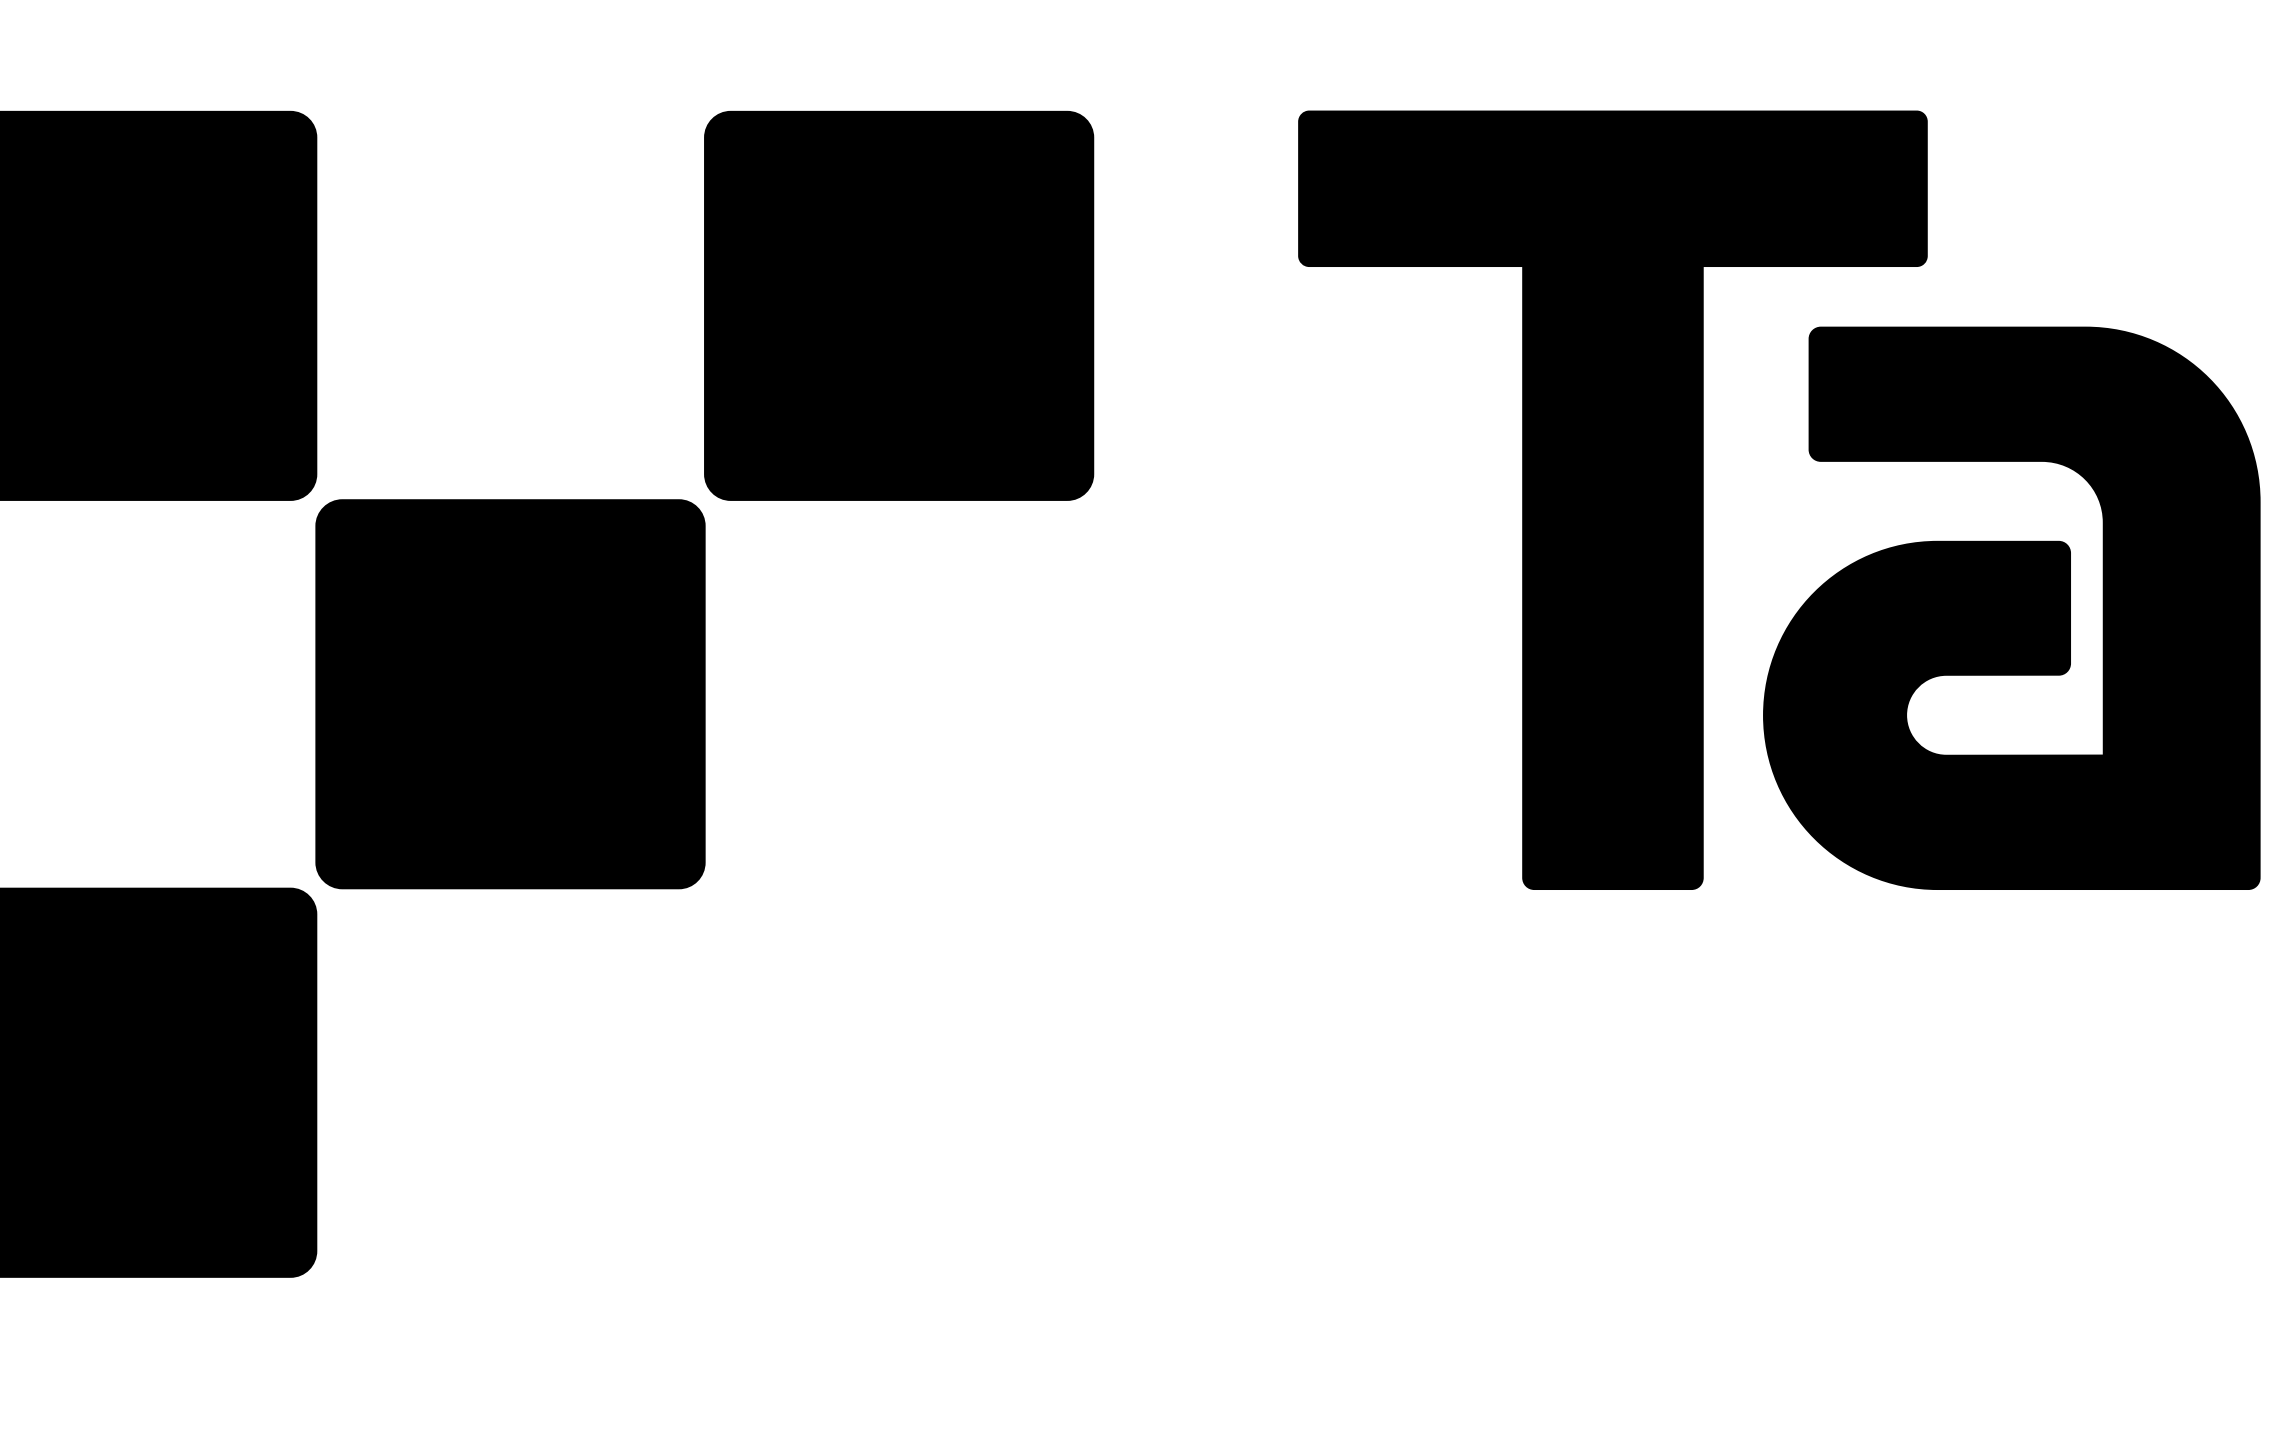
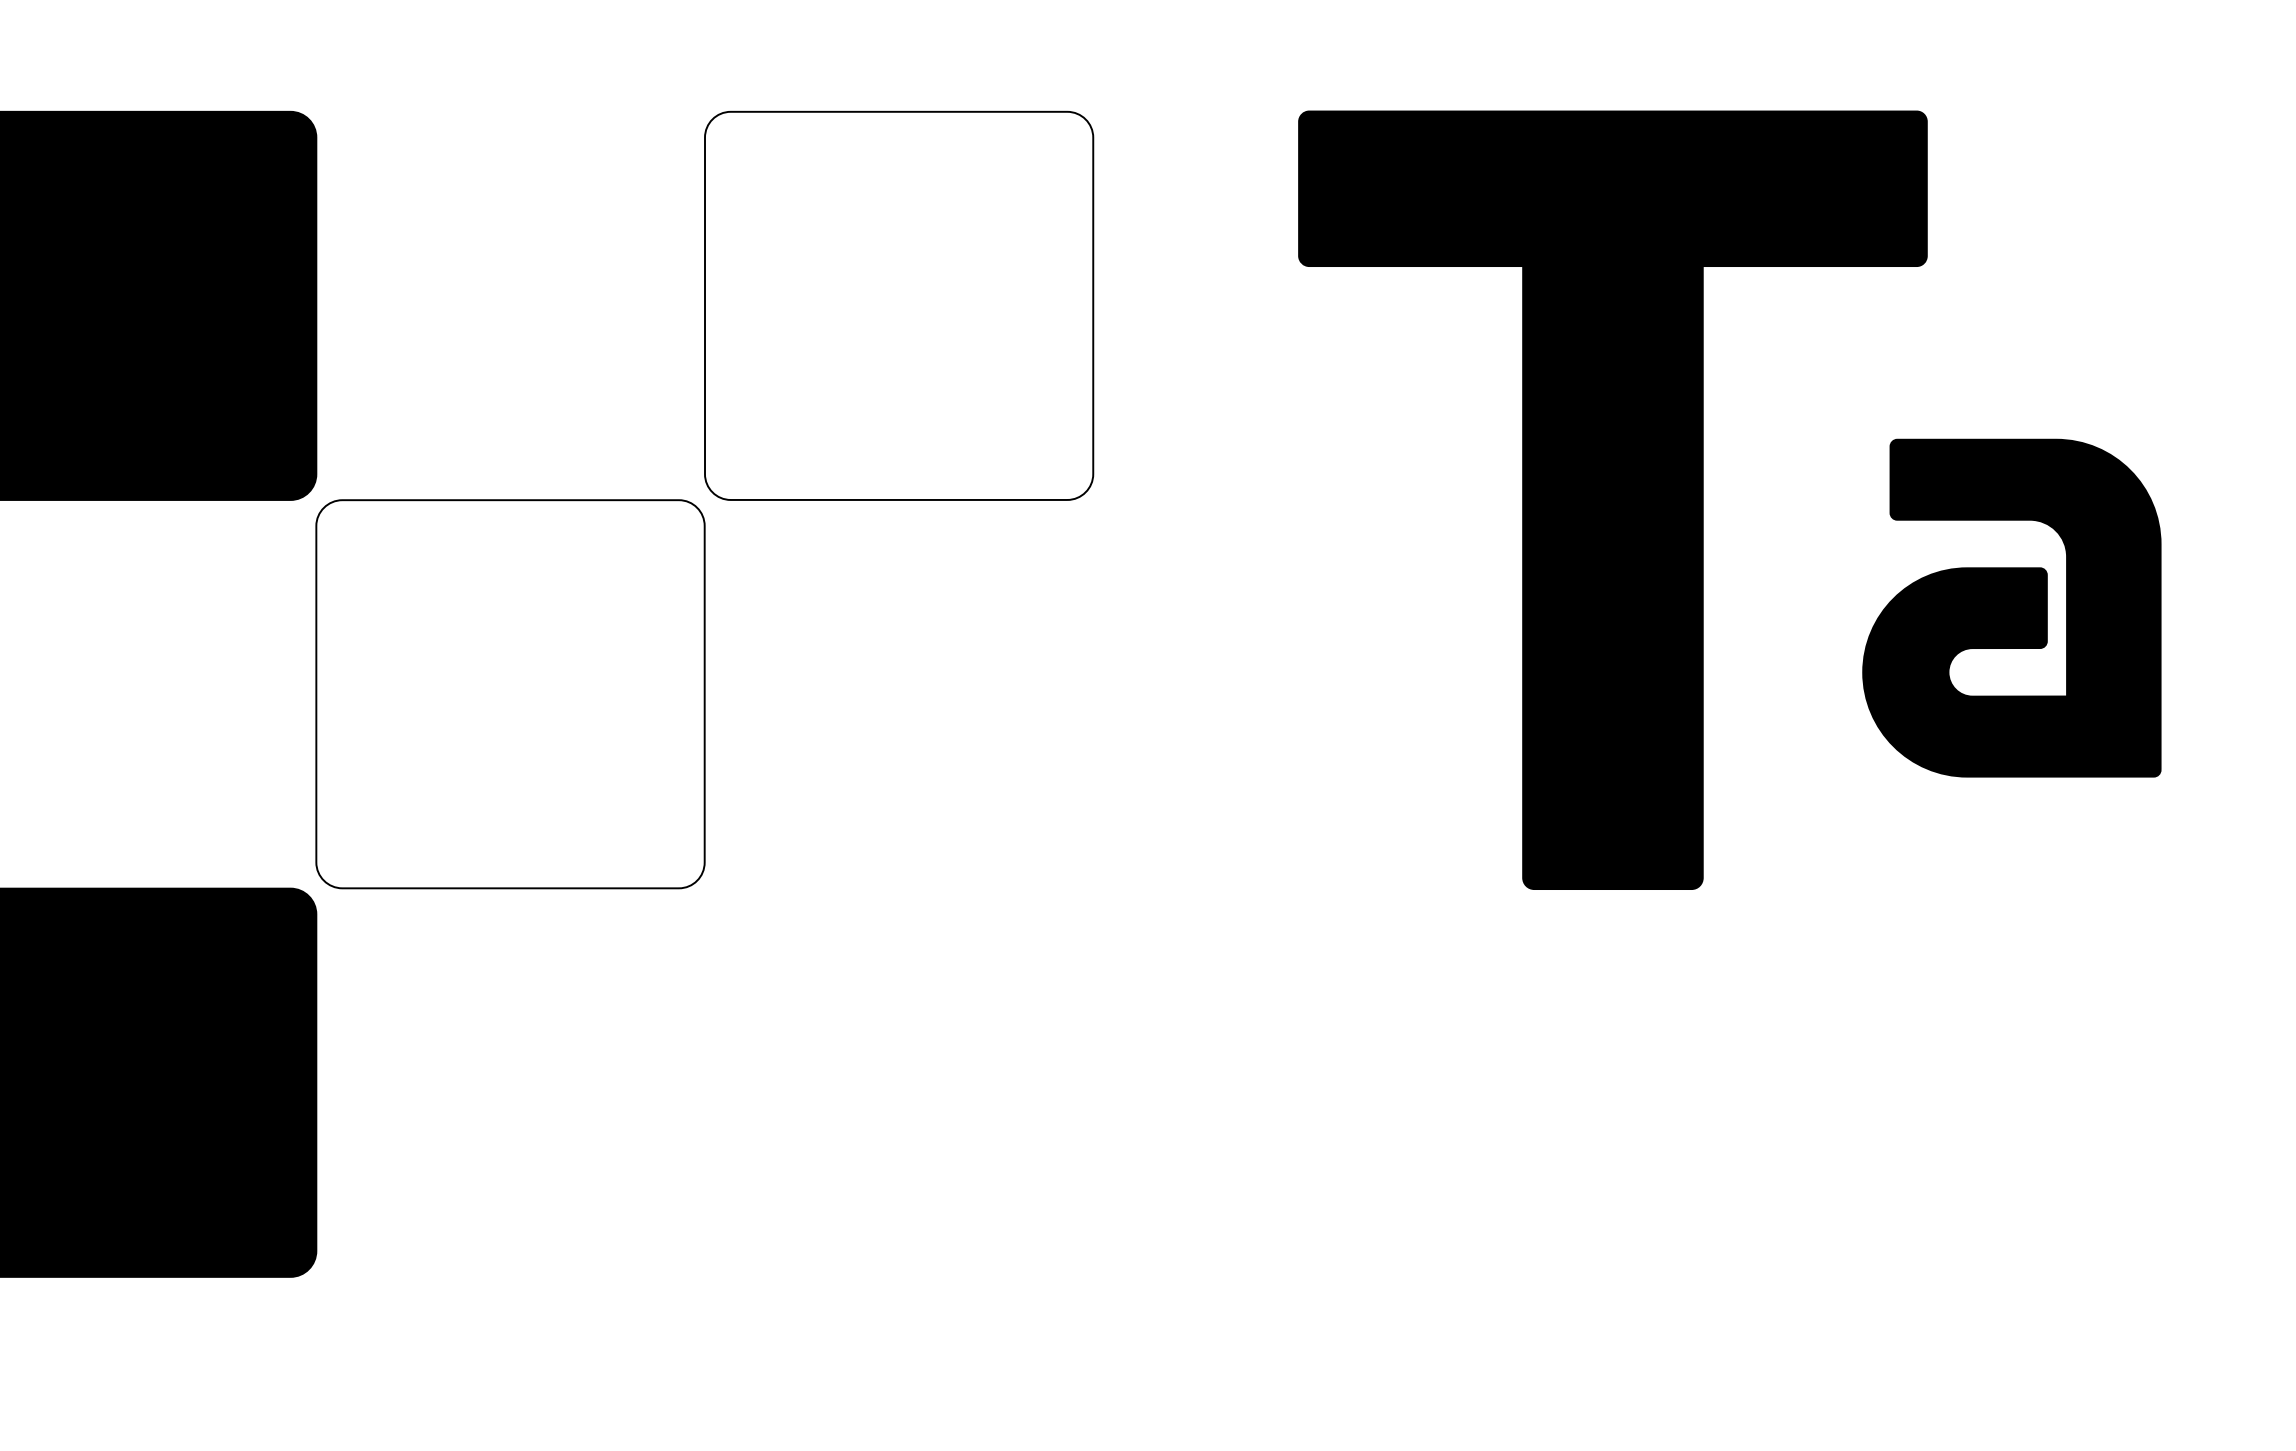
fill at (899, 305): present -> none
part at (2011, 607) size: 498x564 px -> 300x340 px
fill at (510, 694): present -> none
